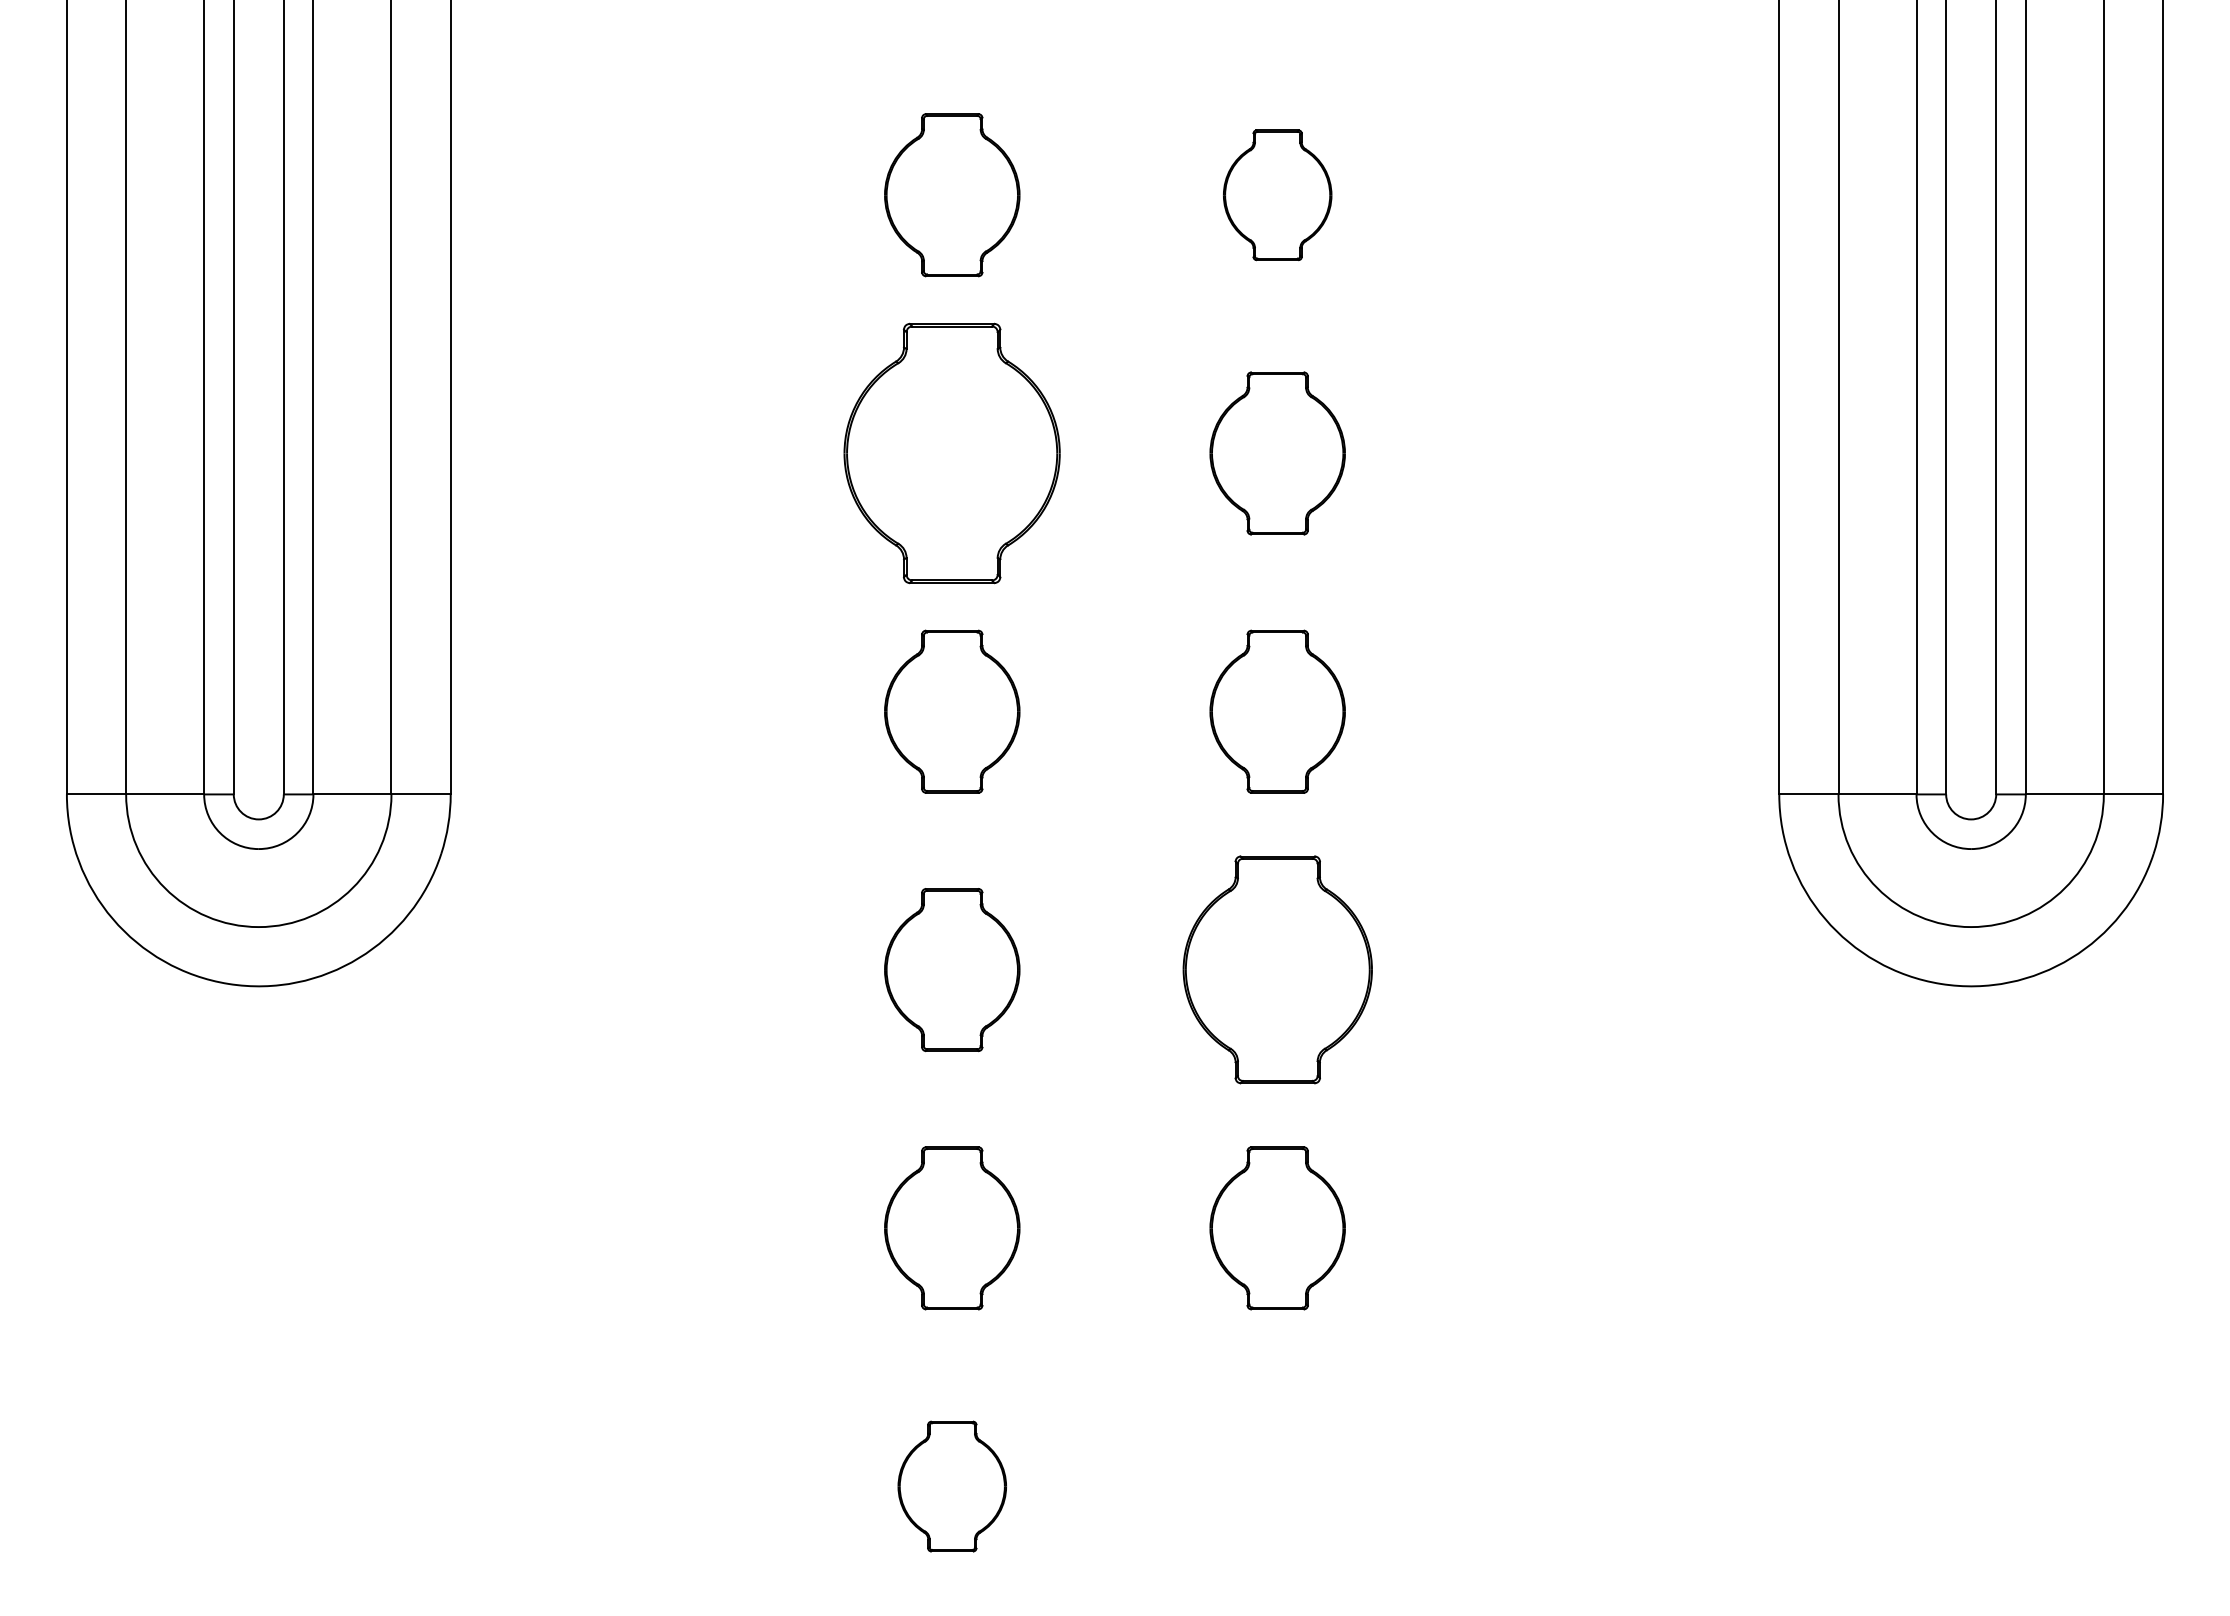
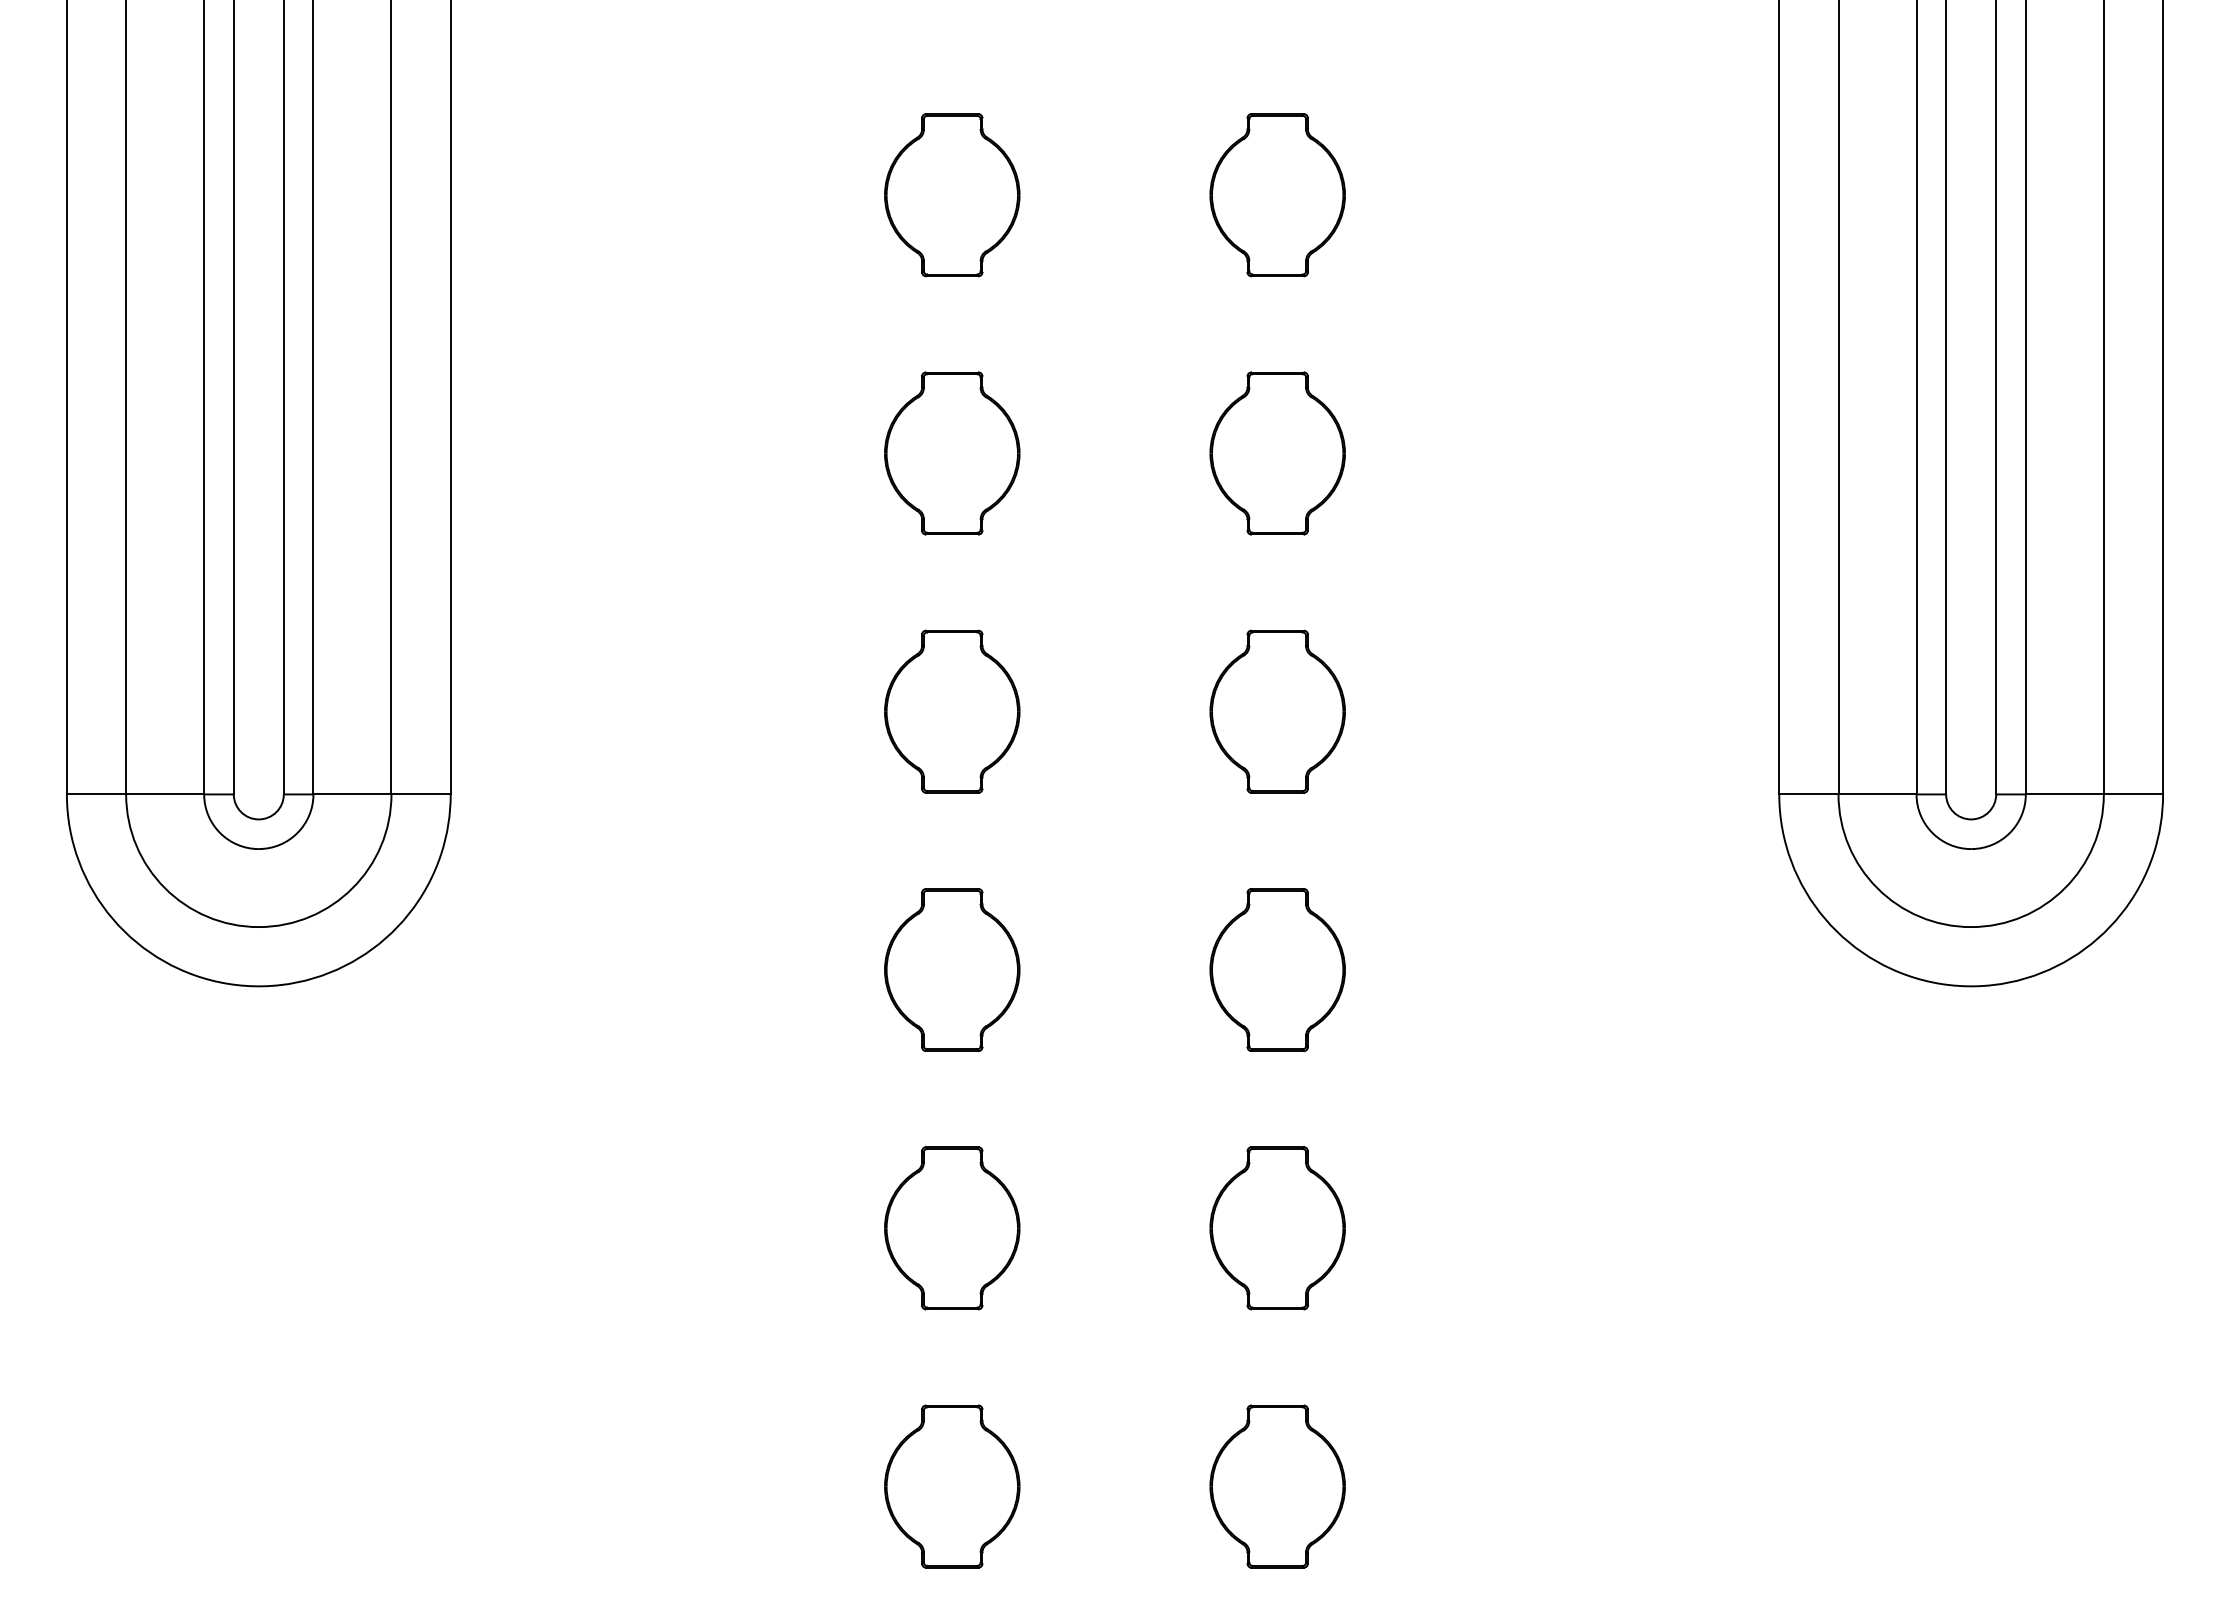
part at (1277, 195) size: 110x133 px -> 137x165 px
part at (951, 453) size: 218x263 px -> 137x165 px
part at (1277, 969) size: 191x230 px -> 137x165 px
part at (951, 1486) size: 110x133 px -> 137x165 px
part at (1277, 1486): none -> present
